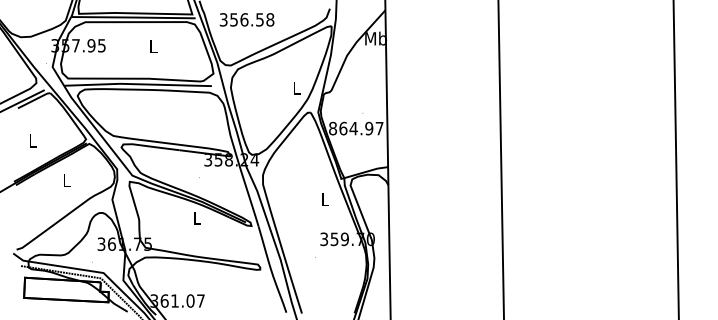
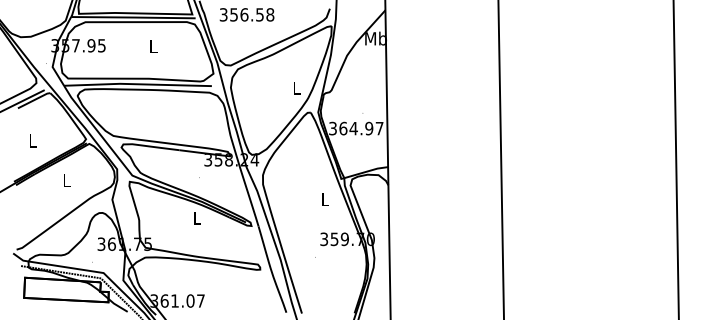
text at (246, 19) position: (246, 19) -> (246, 14)
text at (333, 128): 864.97 -> 364.97
